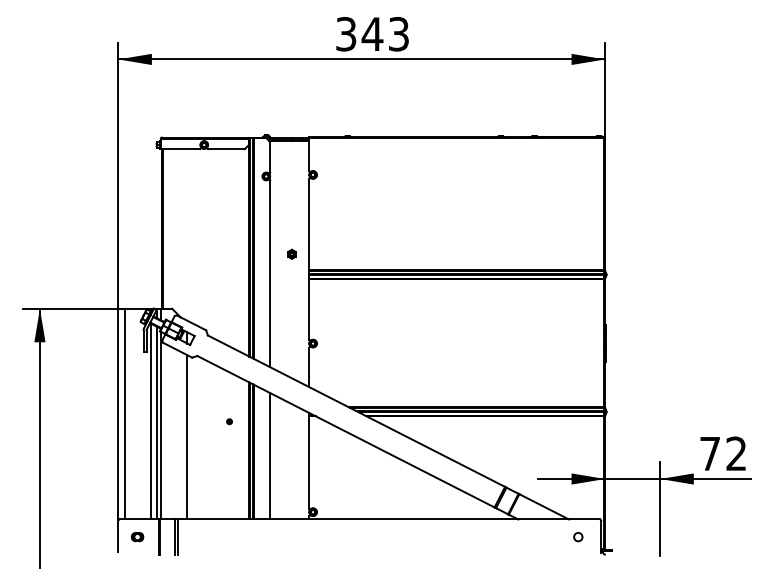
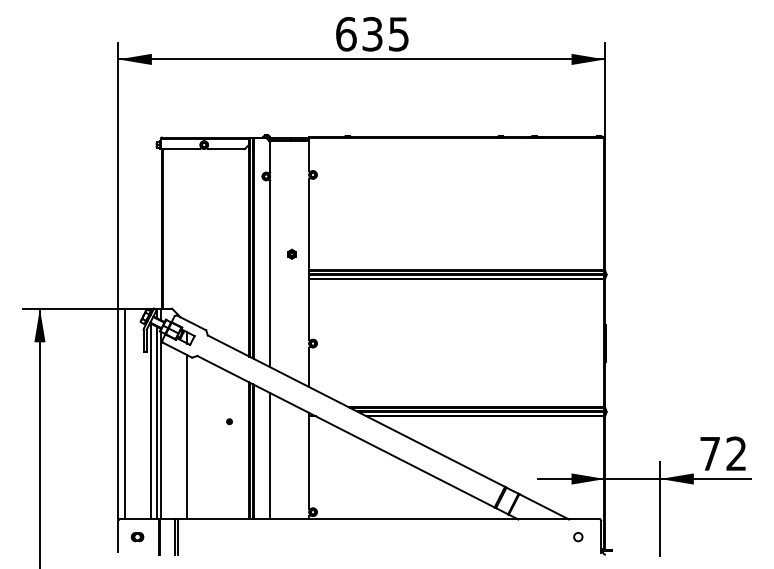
text at (372, 34): 343 -> 635
